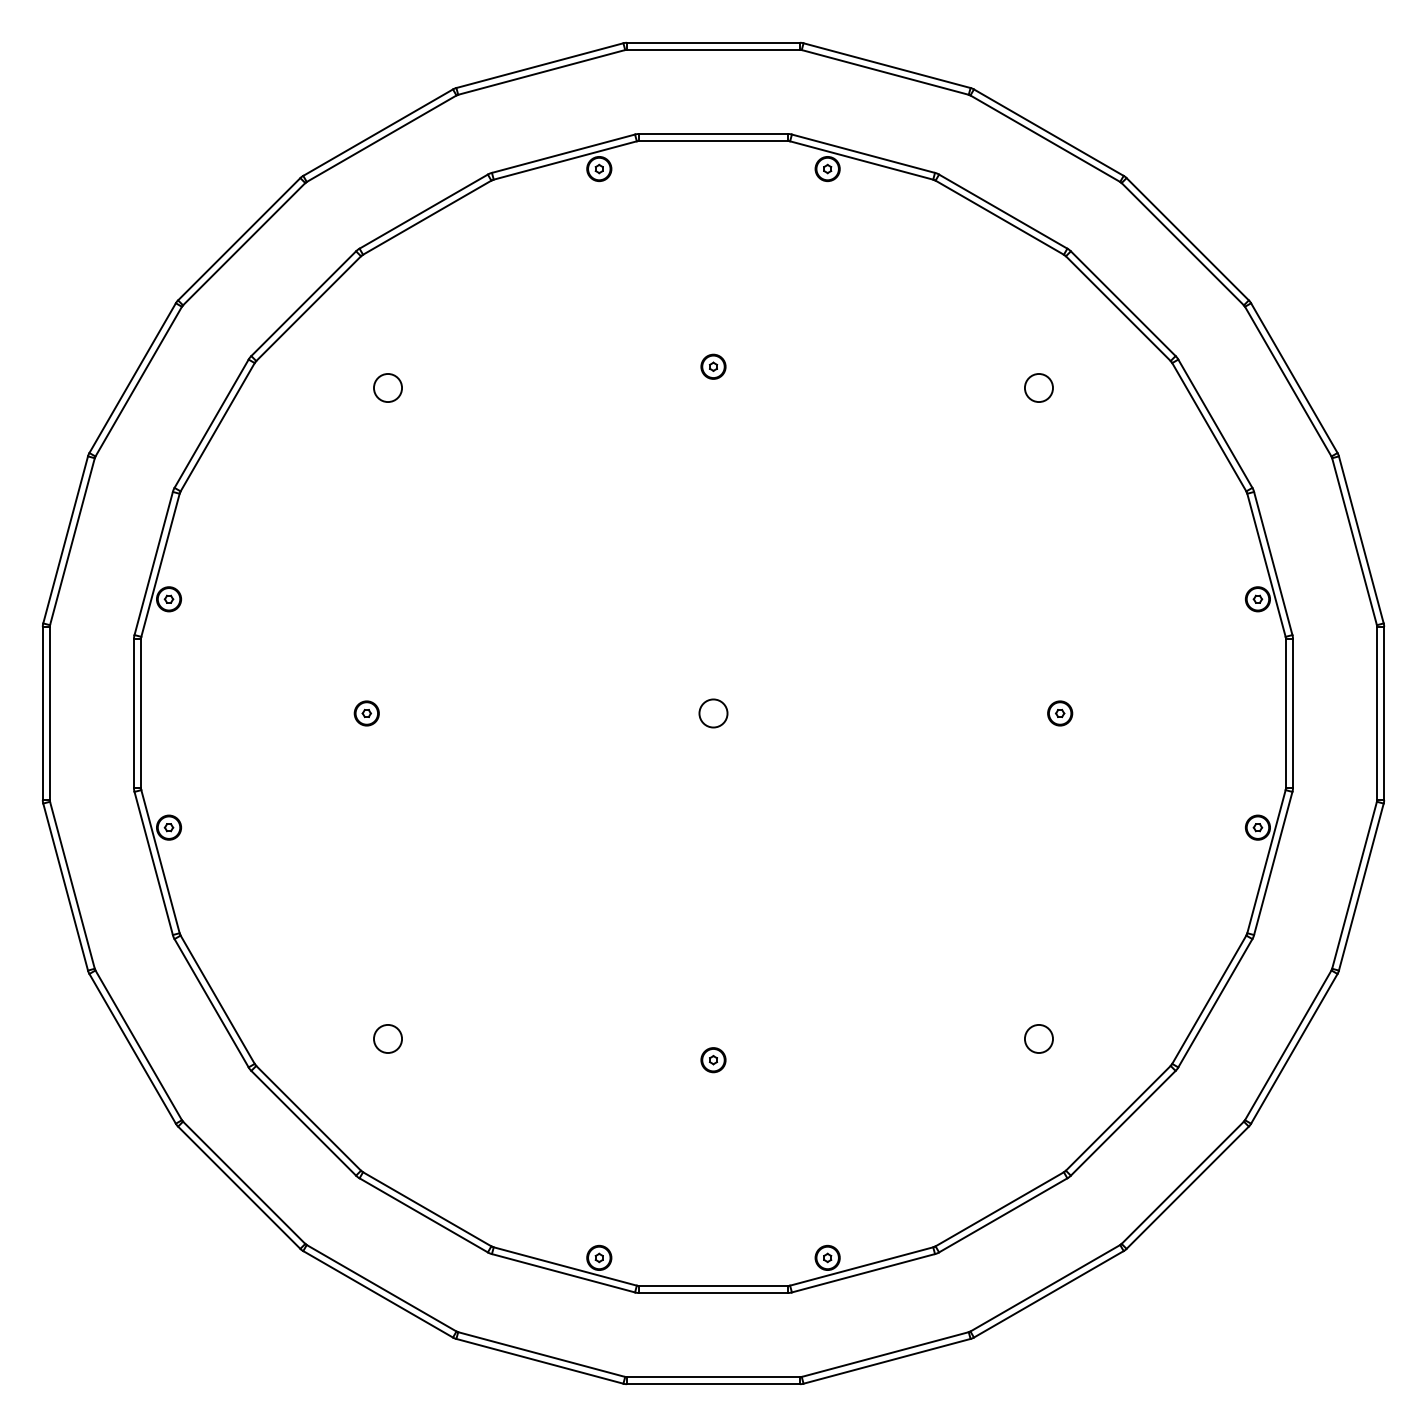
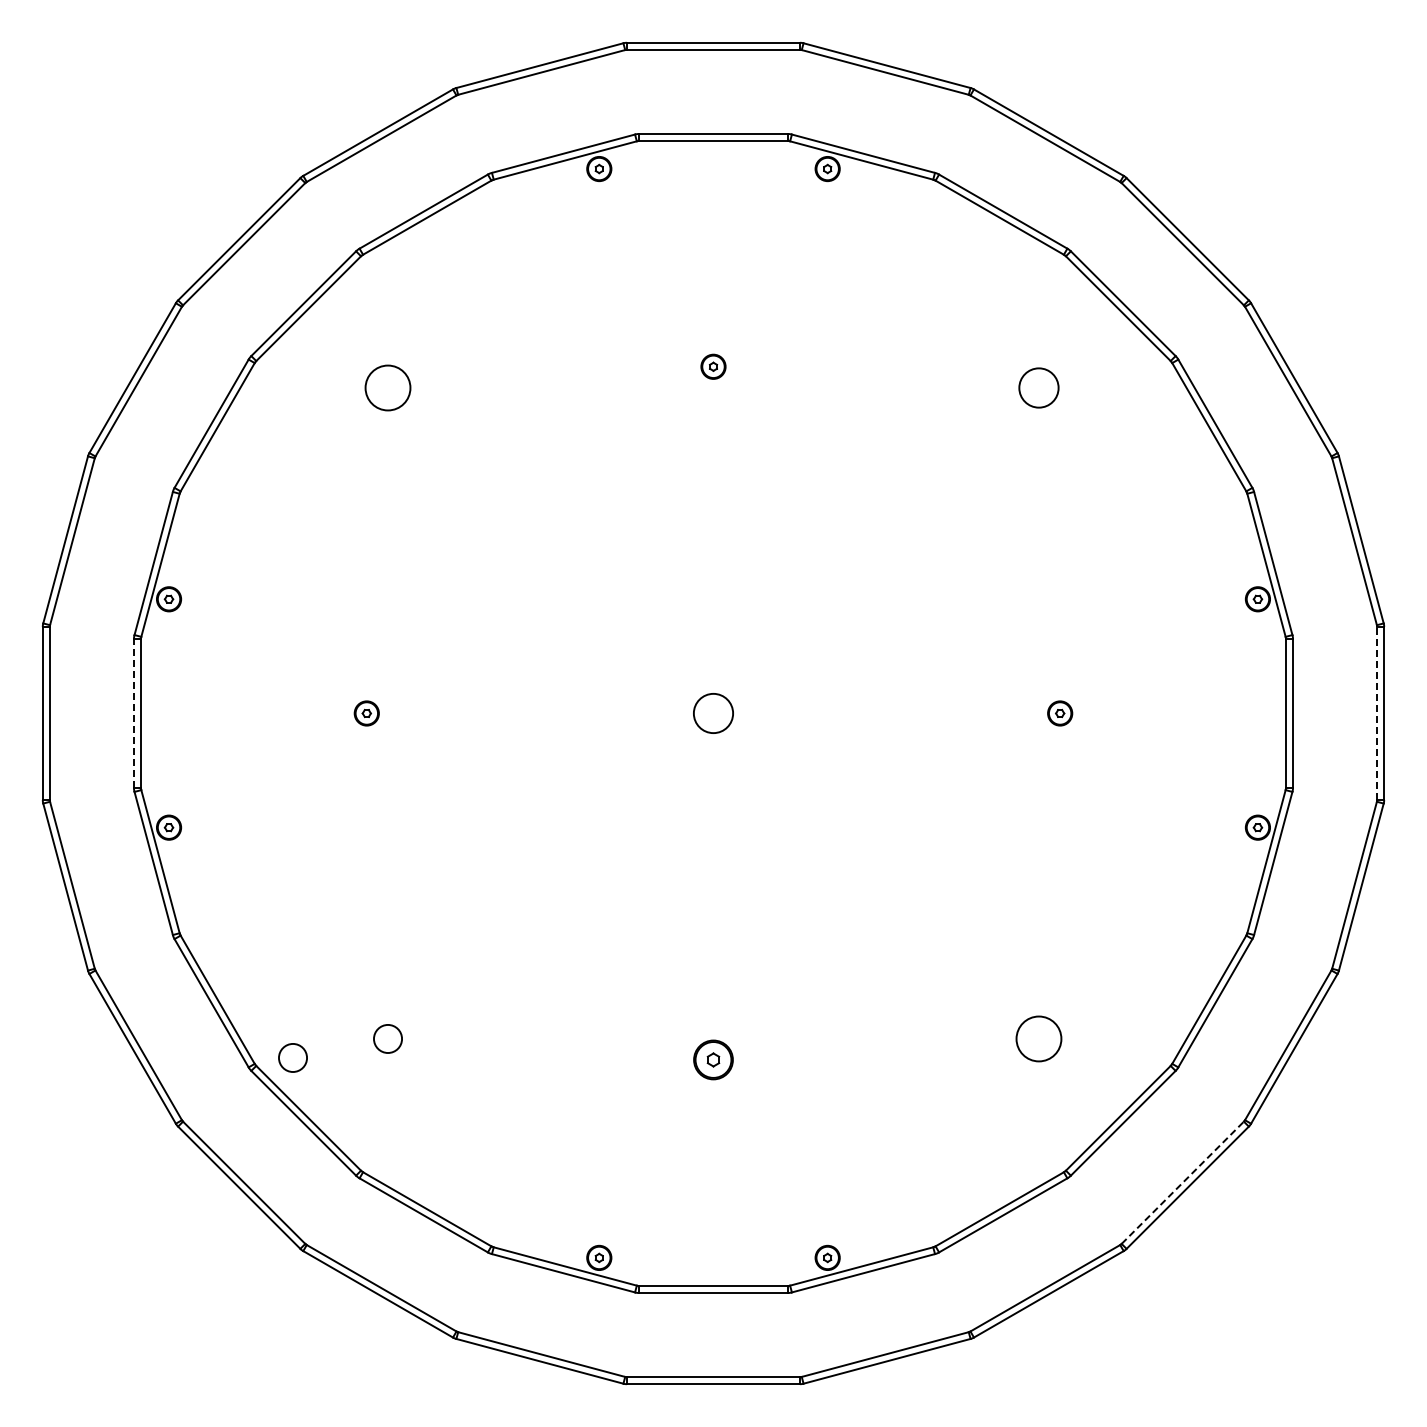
circle at (387, 387) diameter: 28 px -> 45 px
circle at (1038, 387) diameter: 28 px -> 39 px
line at (133, 713): solid -> dashed
circle at (713, 713) diameter: 28 px -> 39 px
line at (1377, 713): solid -> dashed
circle at (1038, 1038) diameter: 28 px -> 45 px
circle at (292, 1057): none -> present
part at (713, 1060) size: 27x27 px -> 41x42 px
line at (1183, 1182): solid -> dashed
